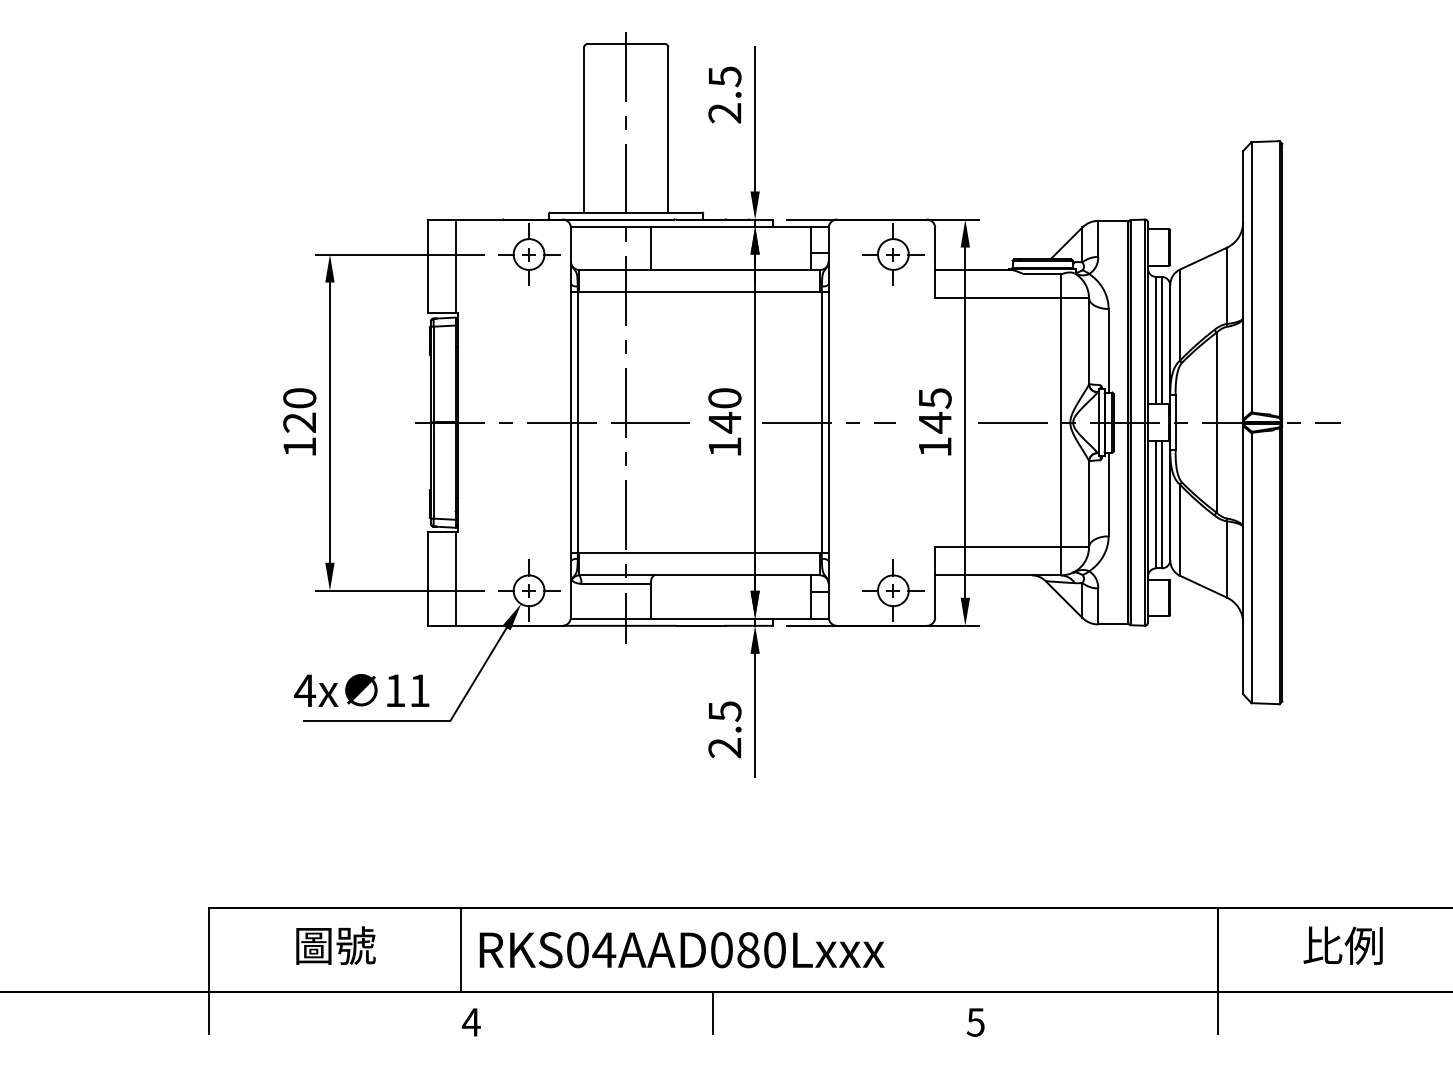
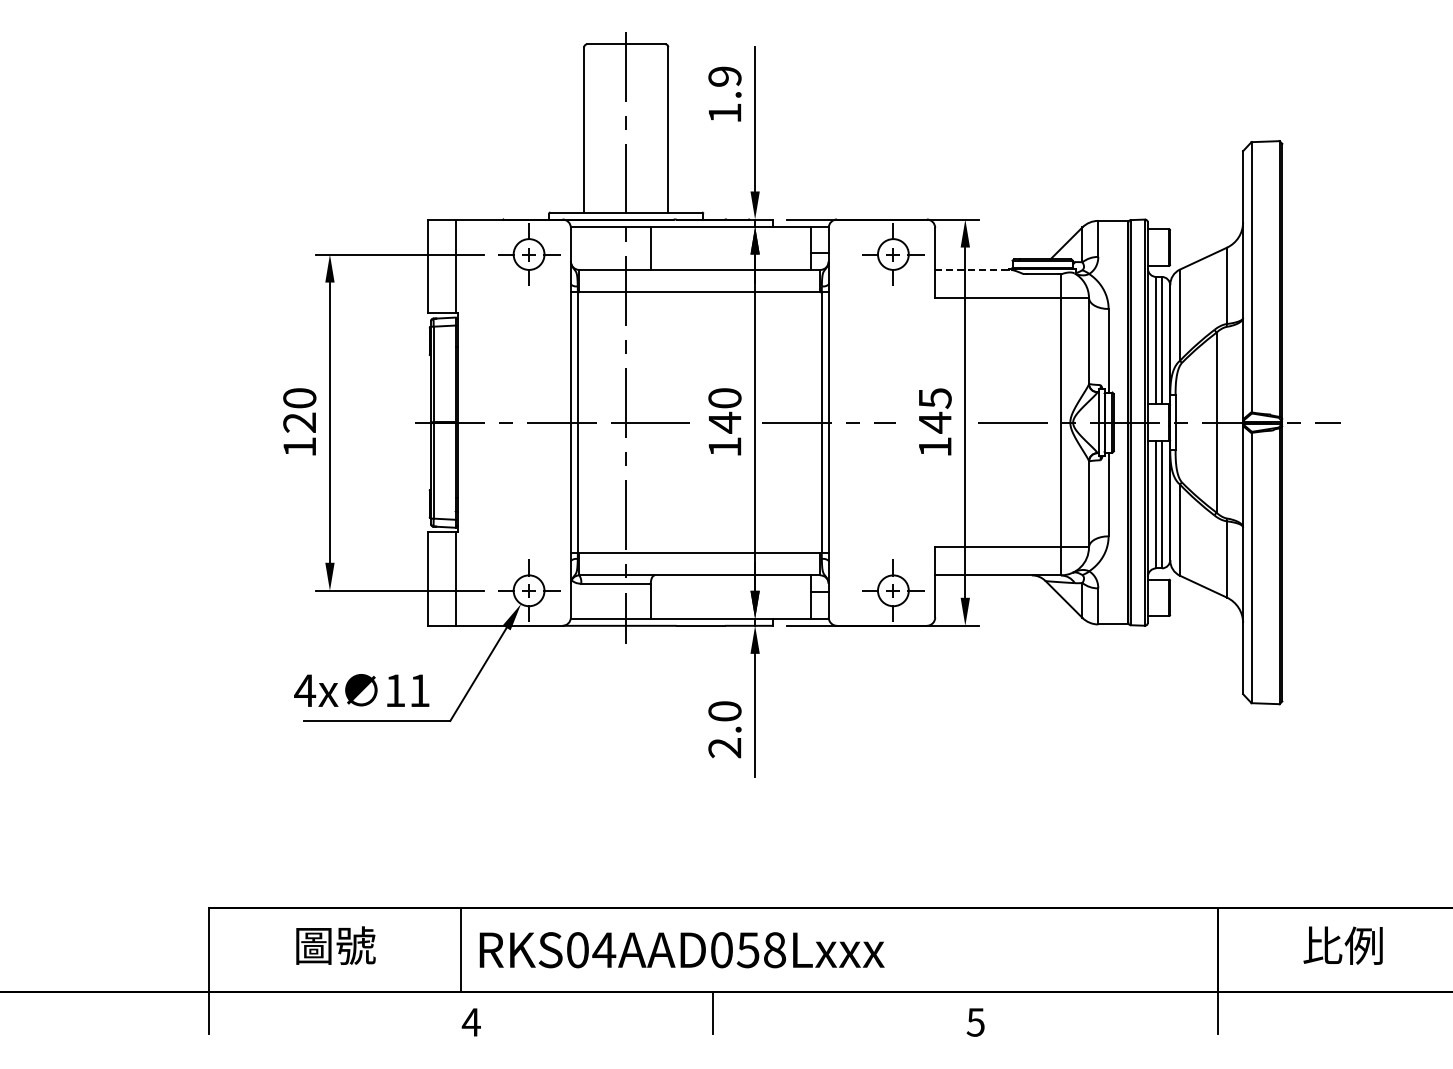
text at (724, 94): 2.5 -> 1.9
line at (973, 269): solid -> dashed
text at (724, 711): 2.5 -> 2.0
text at (761, 950): RKS04AAD080Lxxx -> RKS04AAD058Lxxx
